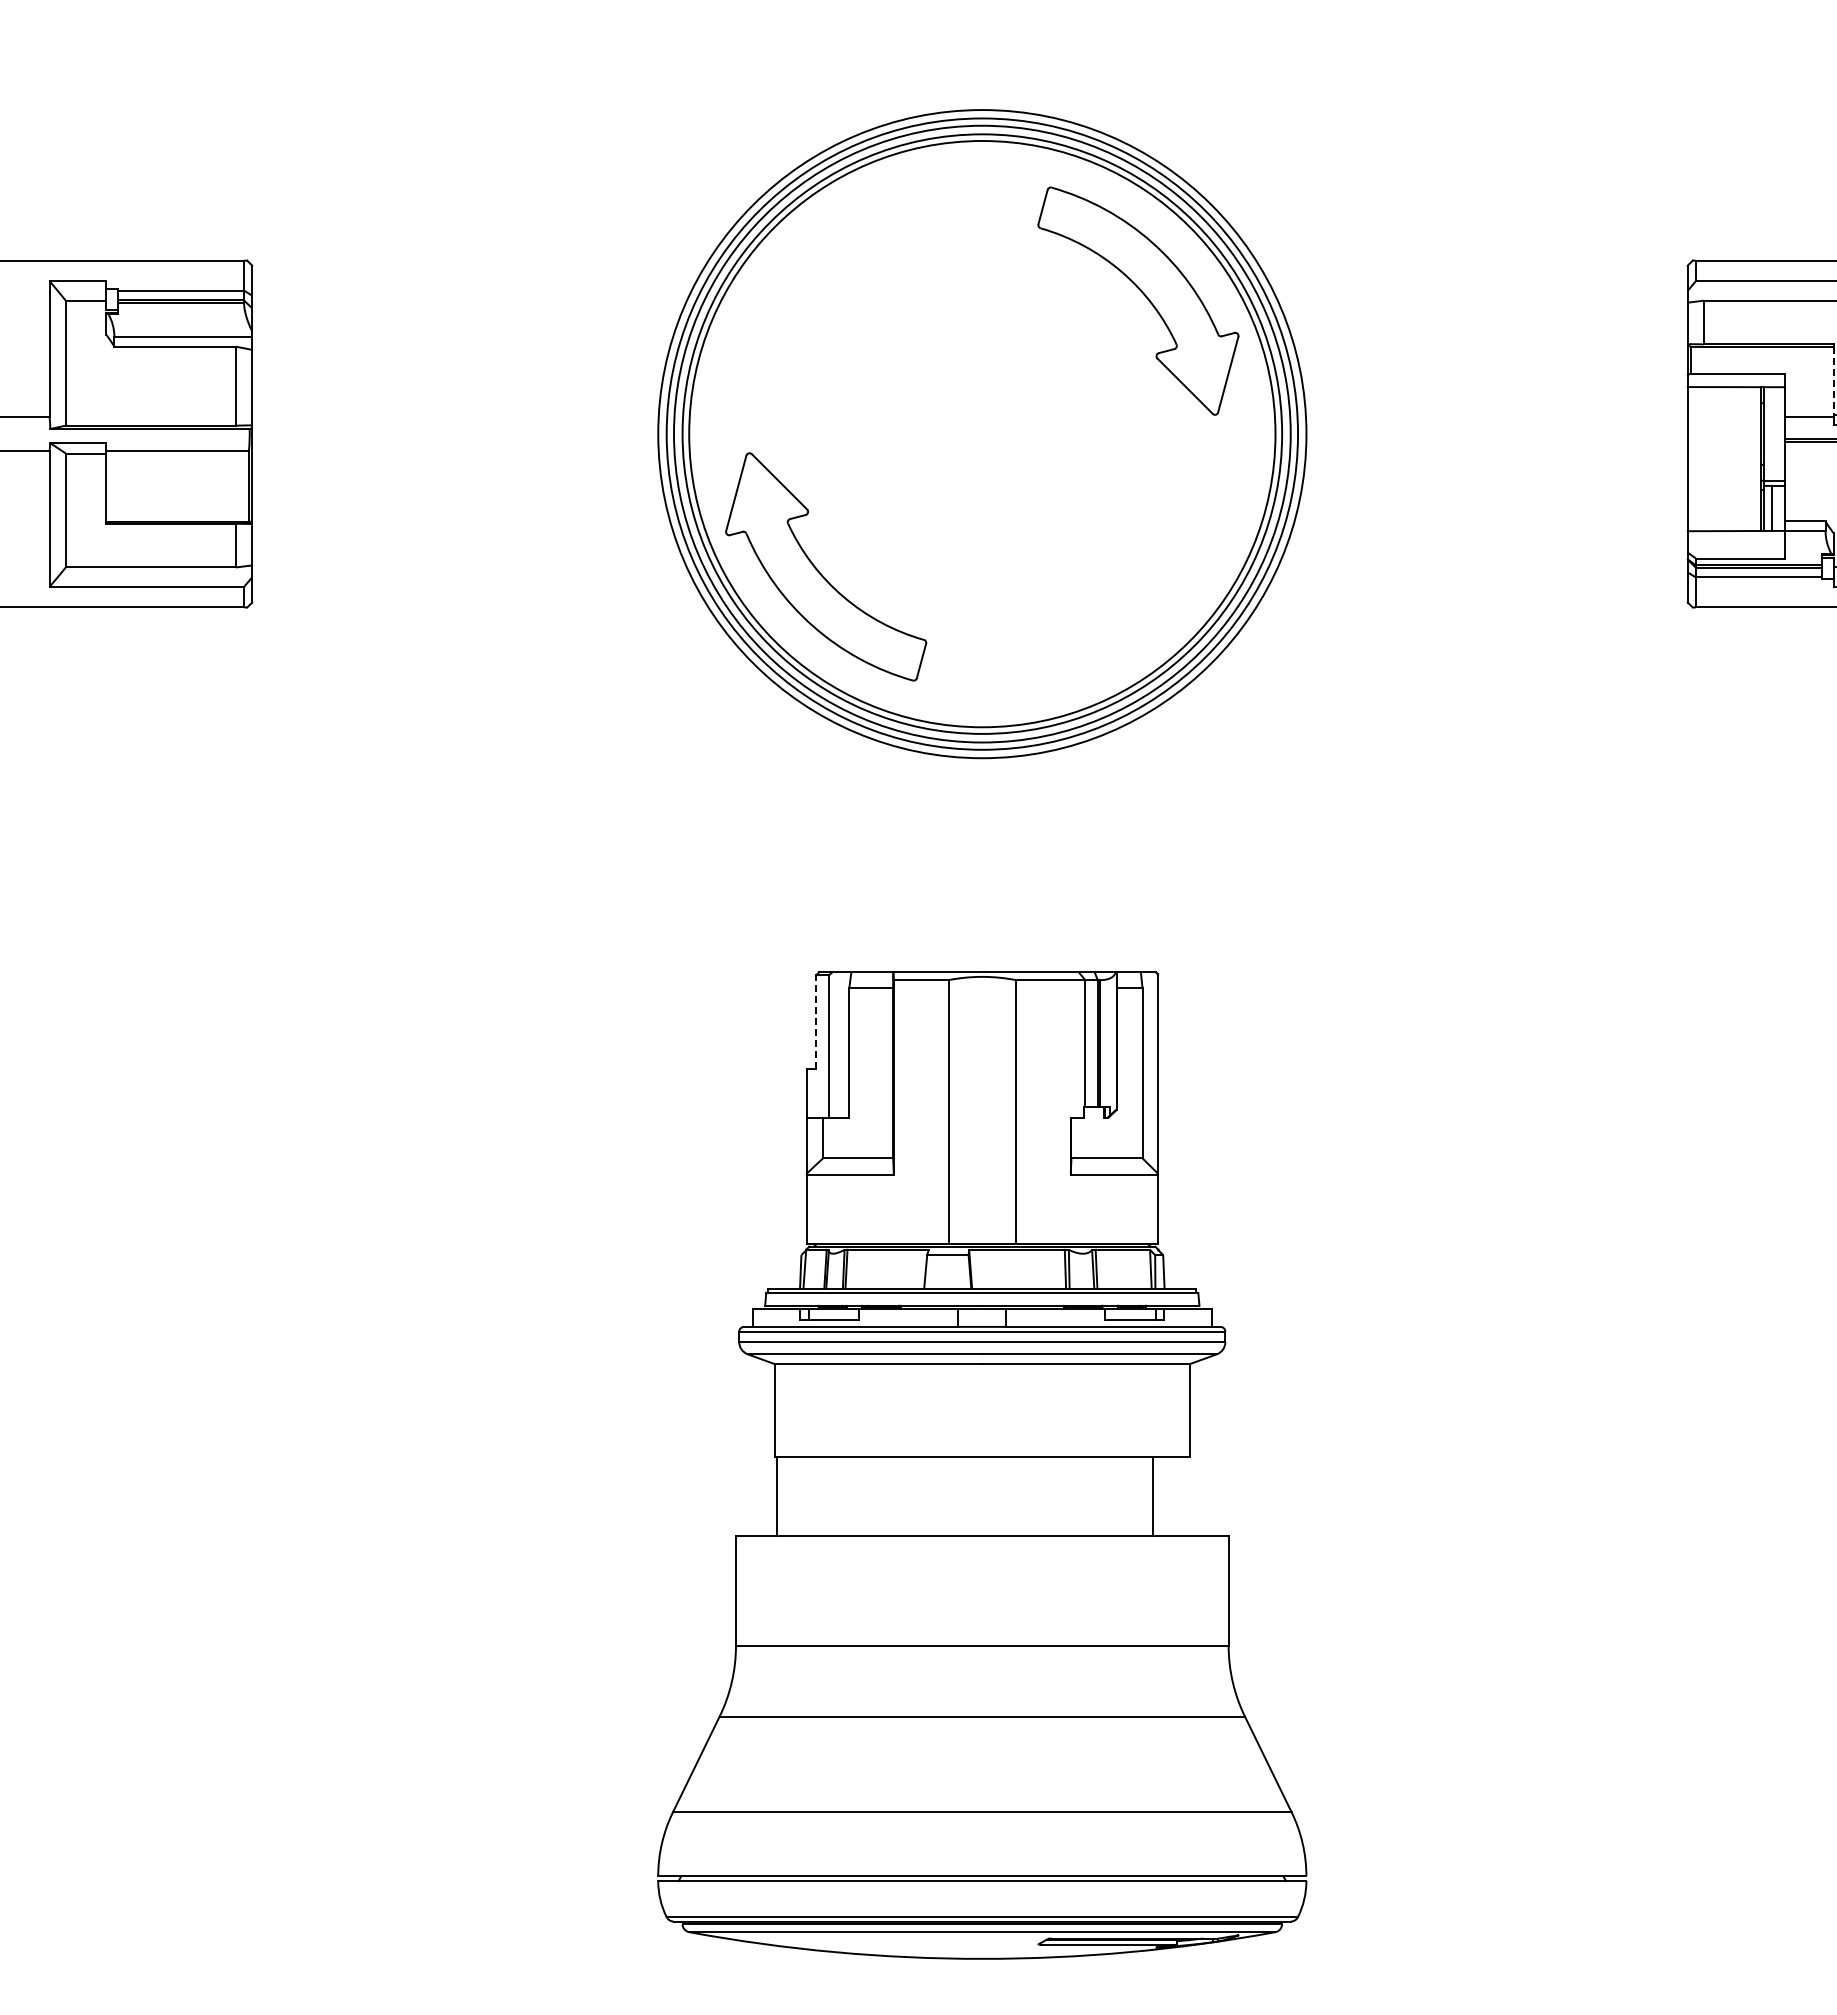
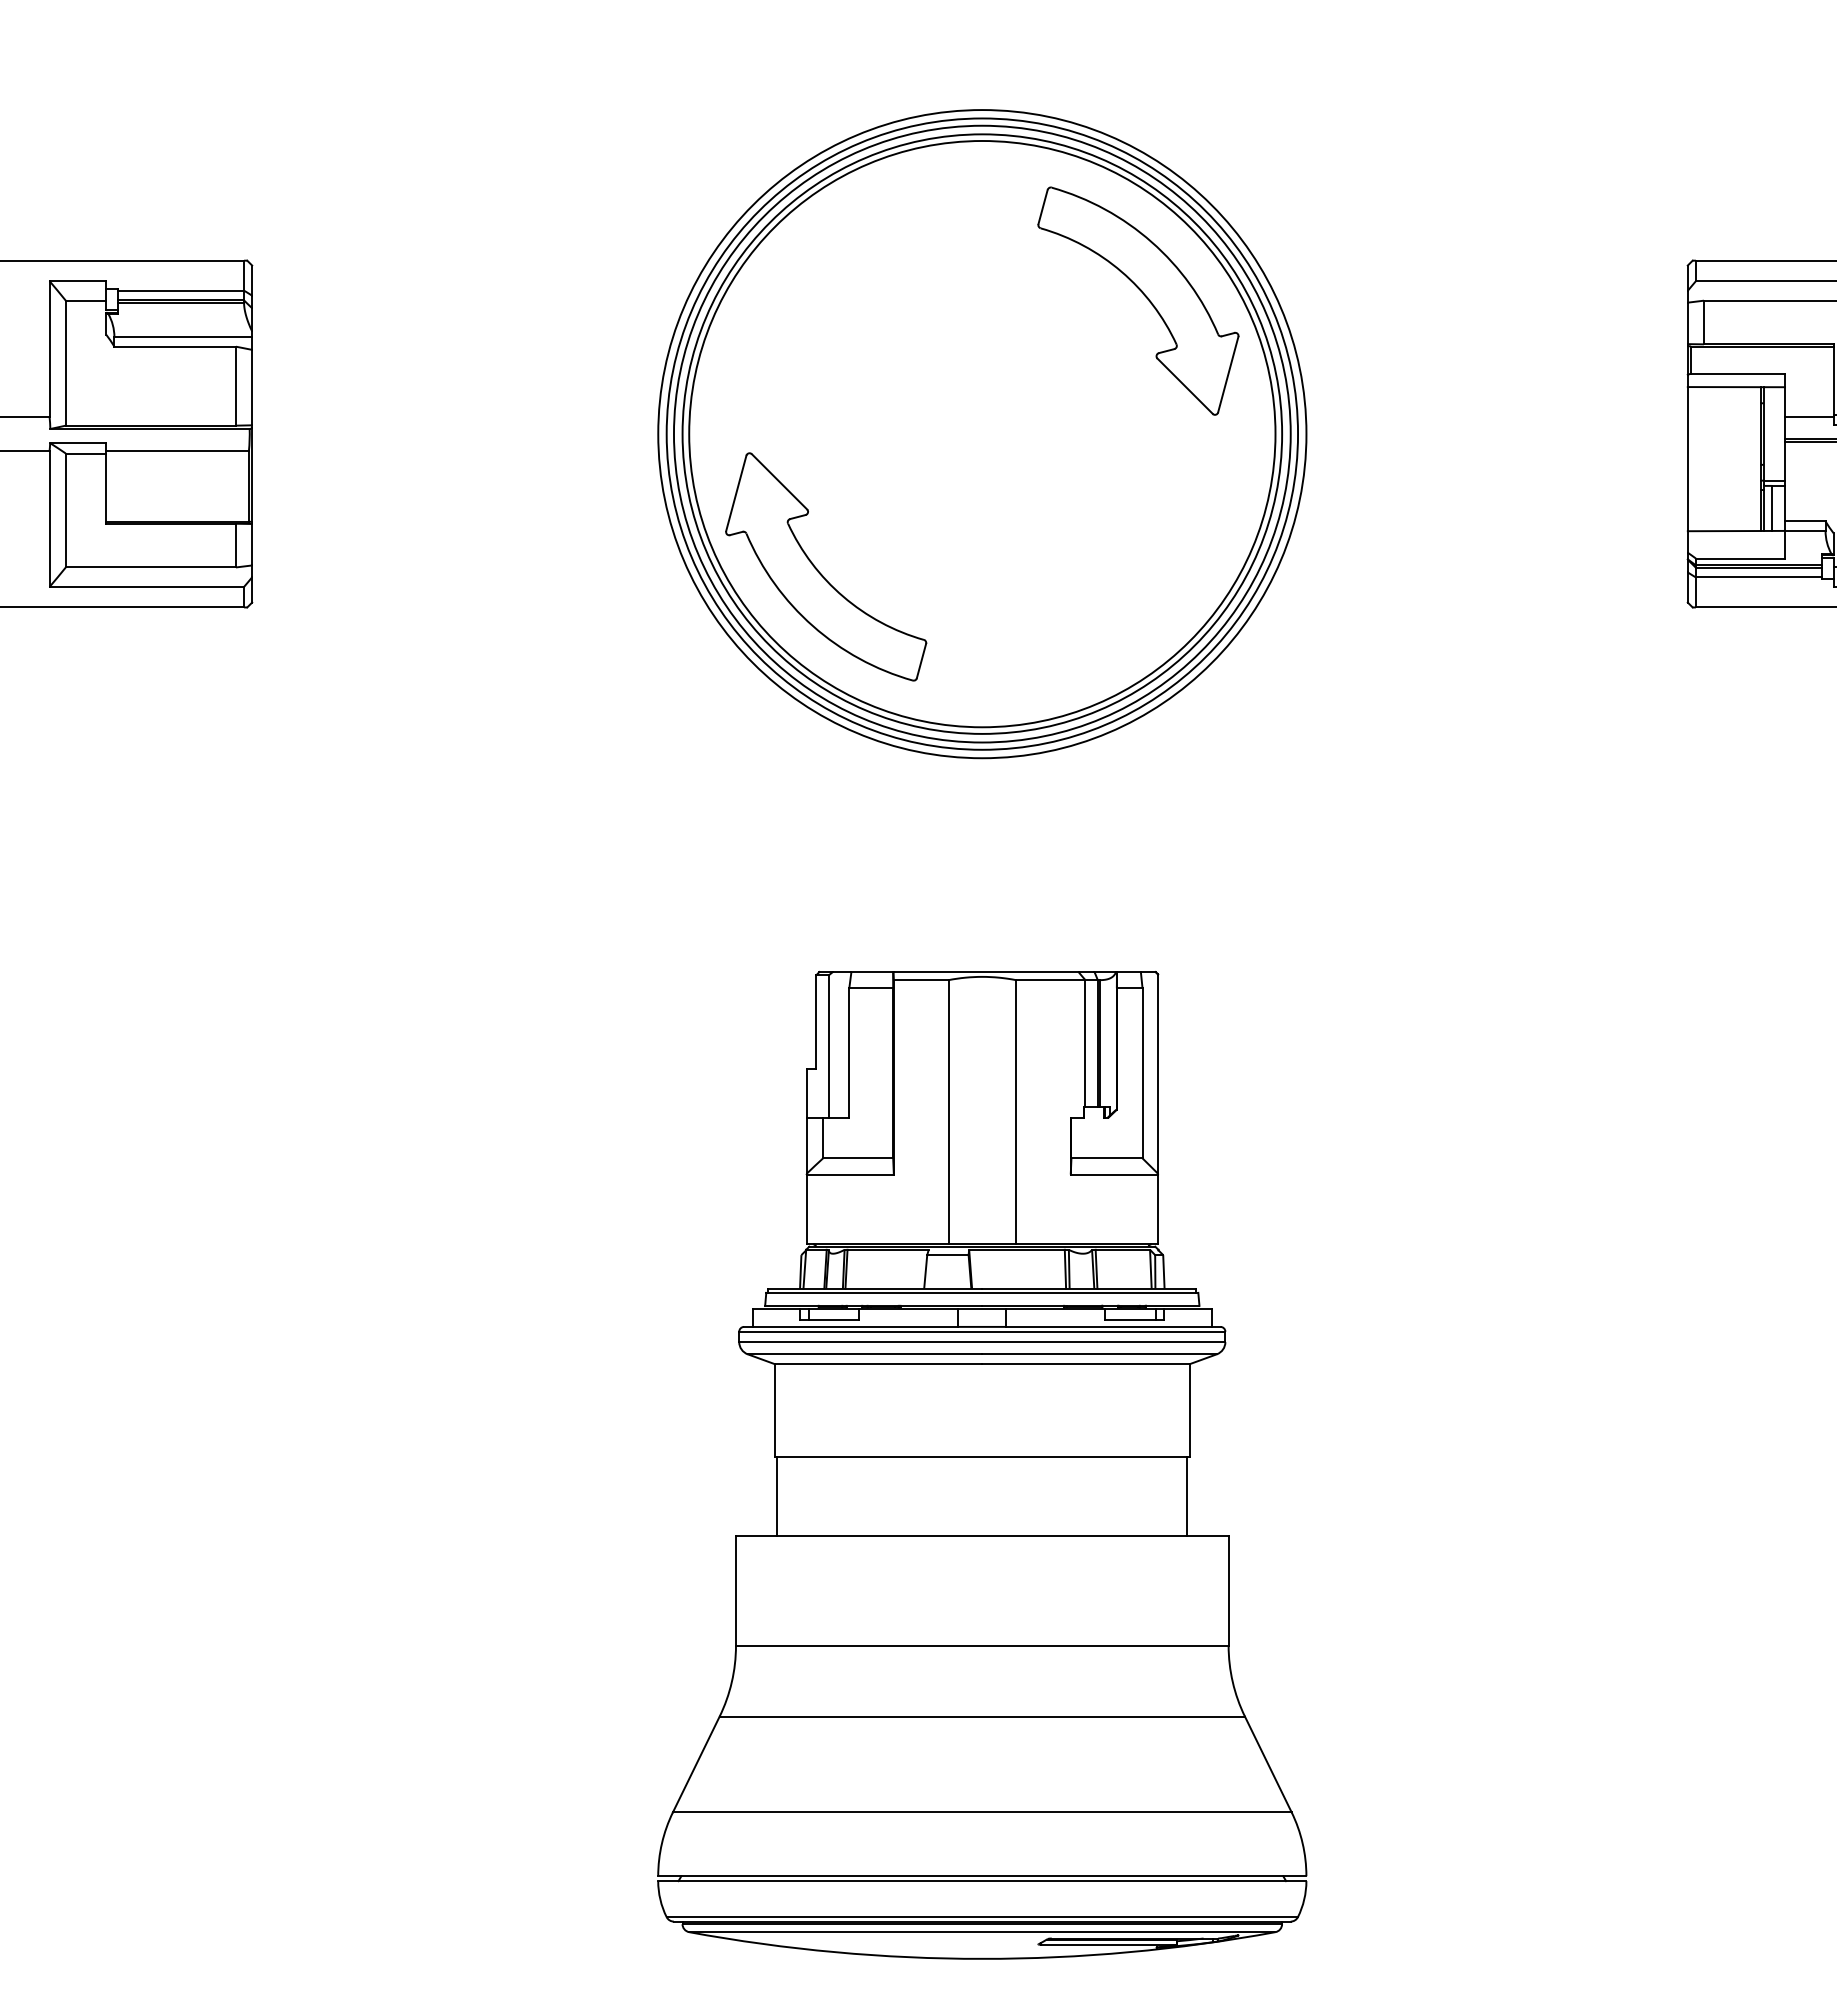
line at (1833, 382): dashed -> solid
line at (816, 1022): dashed -> solid
line at (1153, 1495) position: (1153, 1495) -> (1187, 1495)
